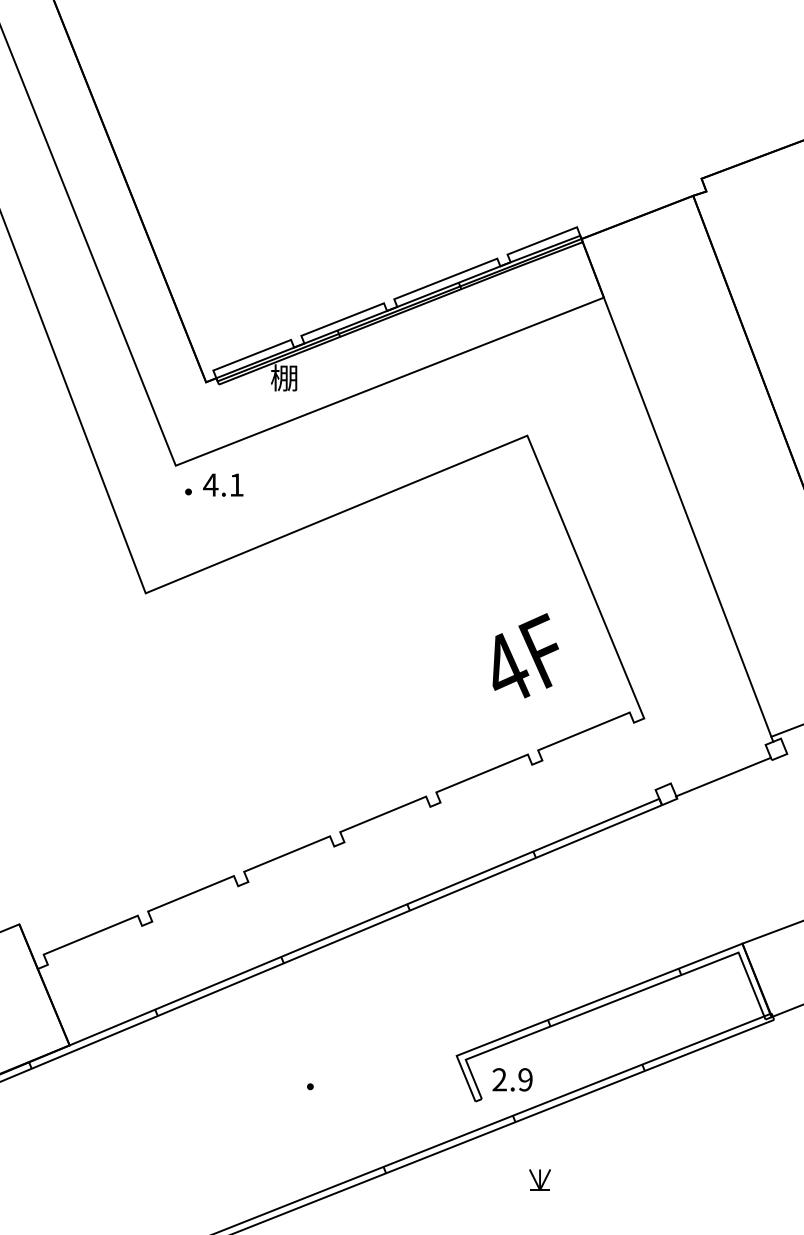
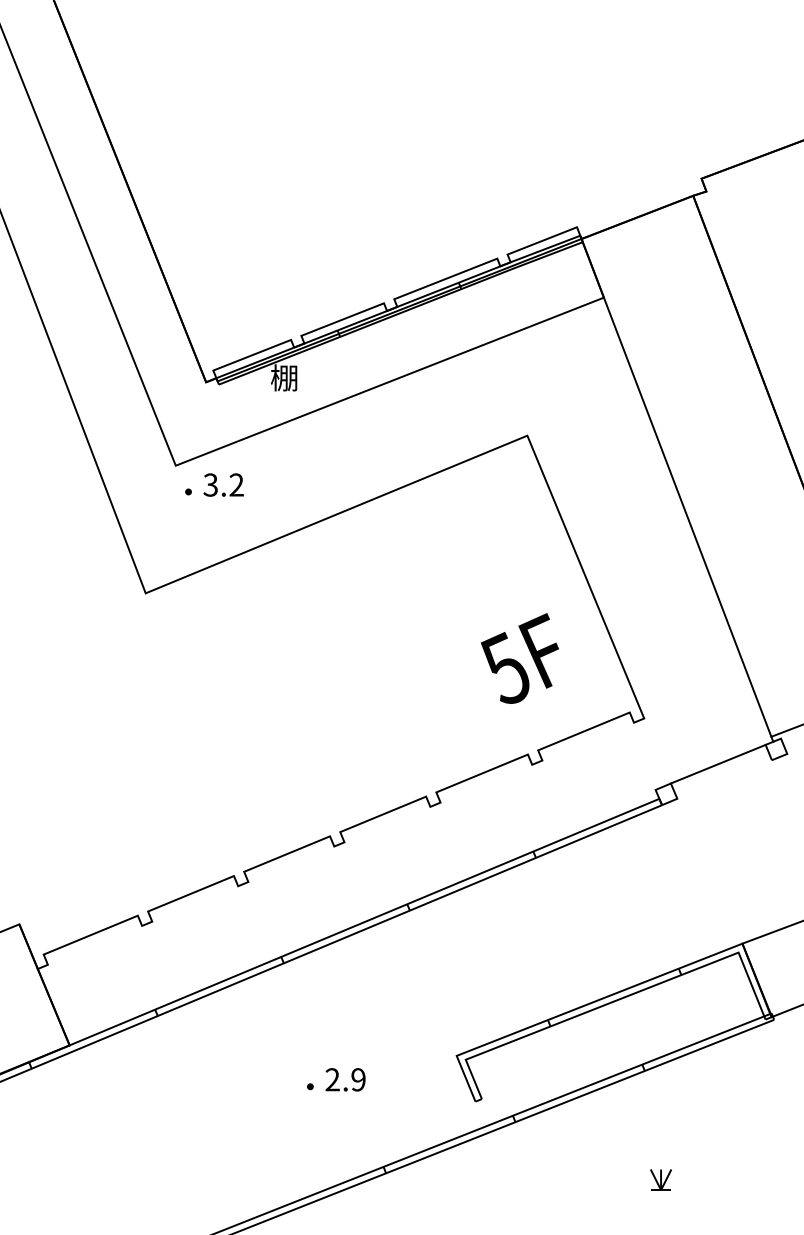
text at (223, 484): 4.1 -> 3.2
text at (505, 667): 4F -> 5F
line at (722, 776) position: (722, 776) -> (717, 763)
text at (512, 1079) position: (512, 1079) -> (345, 1079)
part at (539, 1179) position: (539, 1179) -> (660, 1179)
